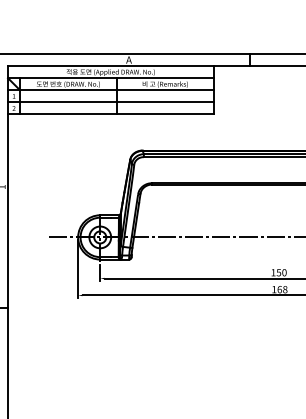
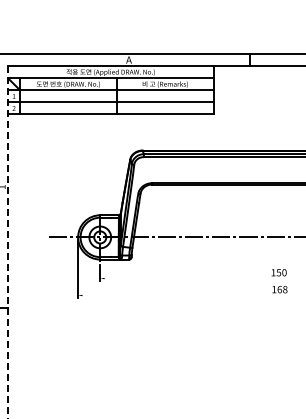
line at (8, 243): solid -> dashed
line at (203, 278): present -> none
line at (192, 295): present -> none
